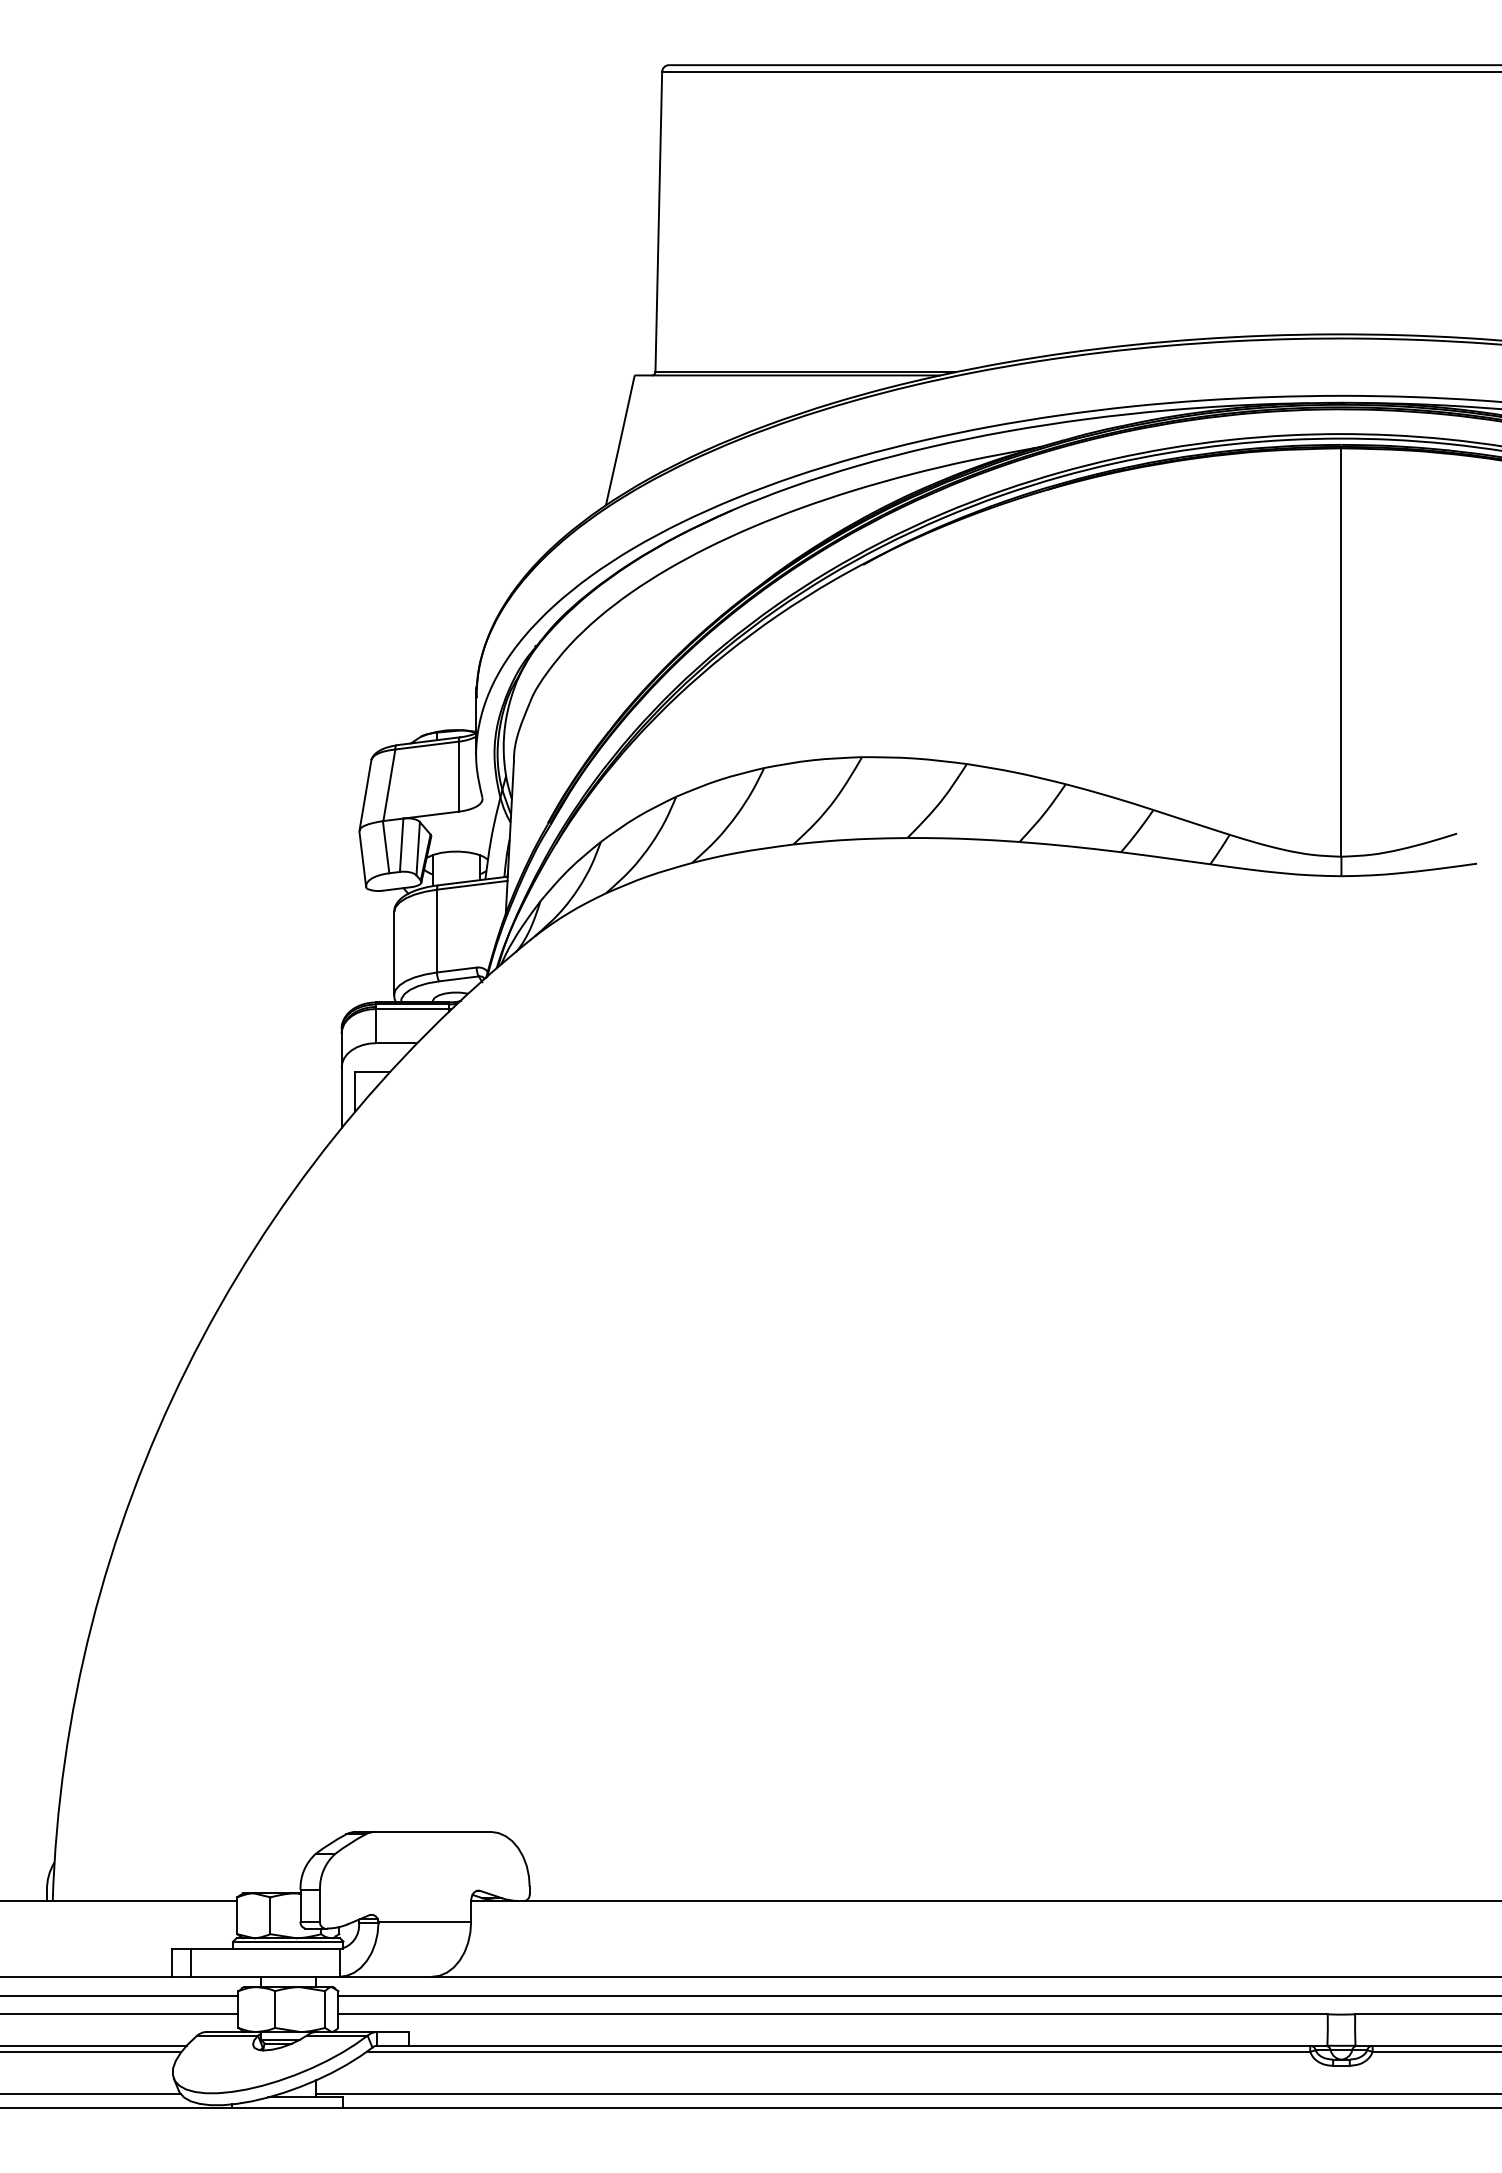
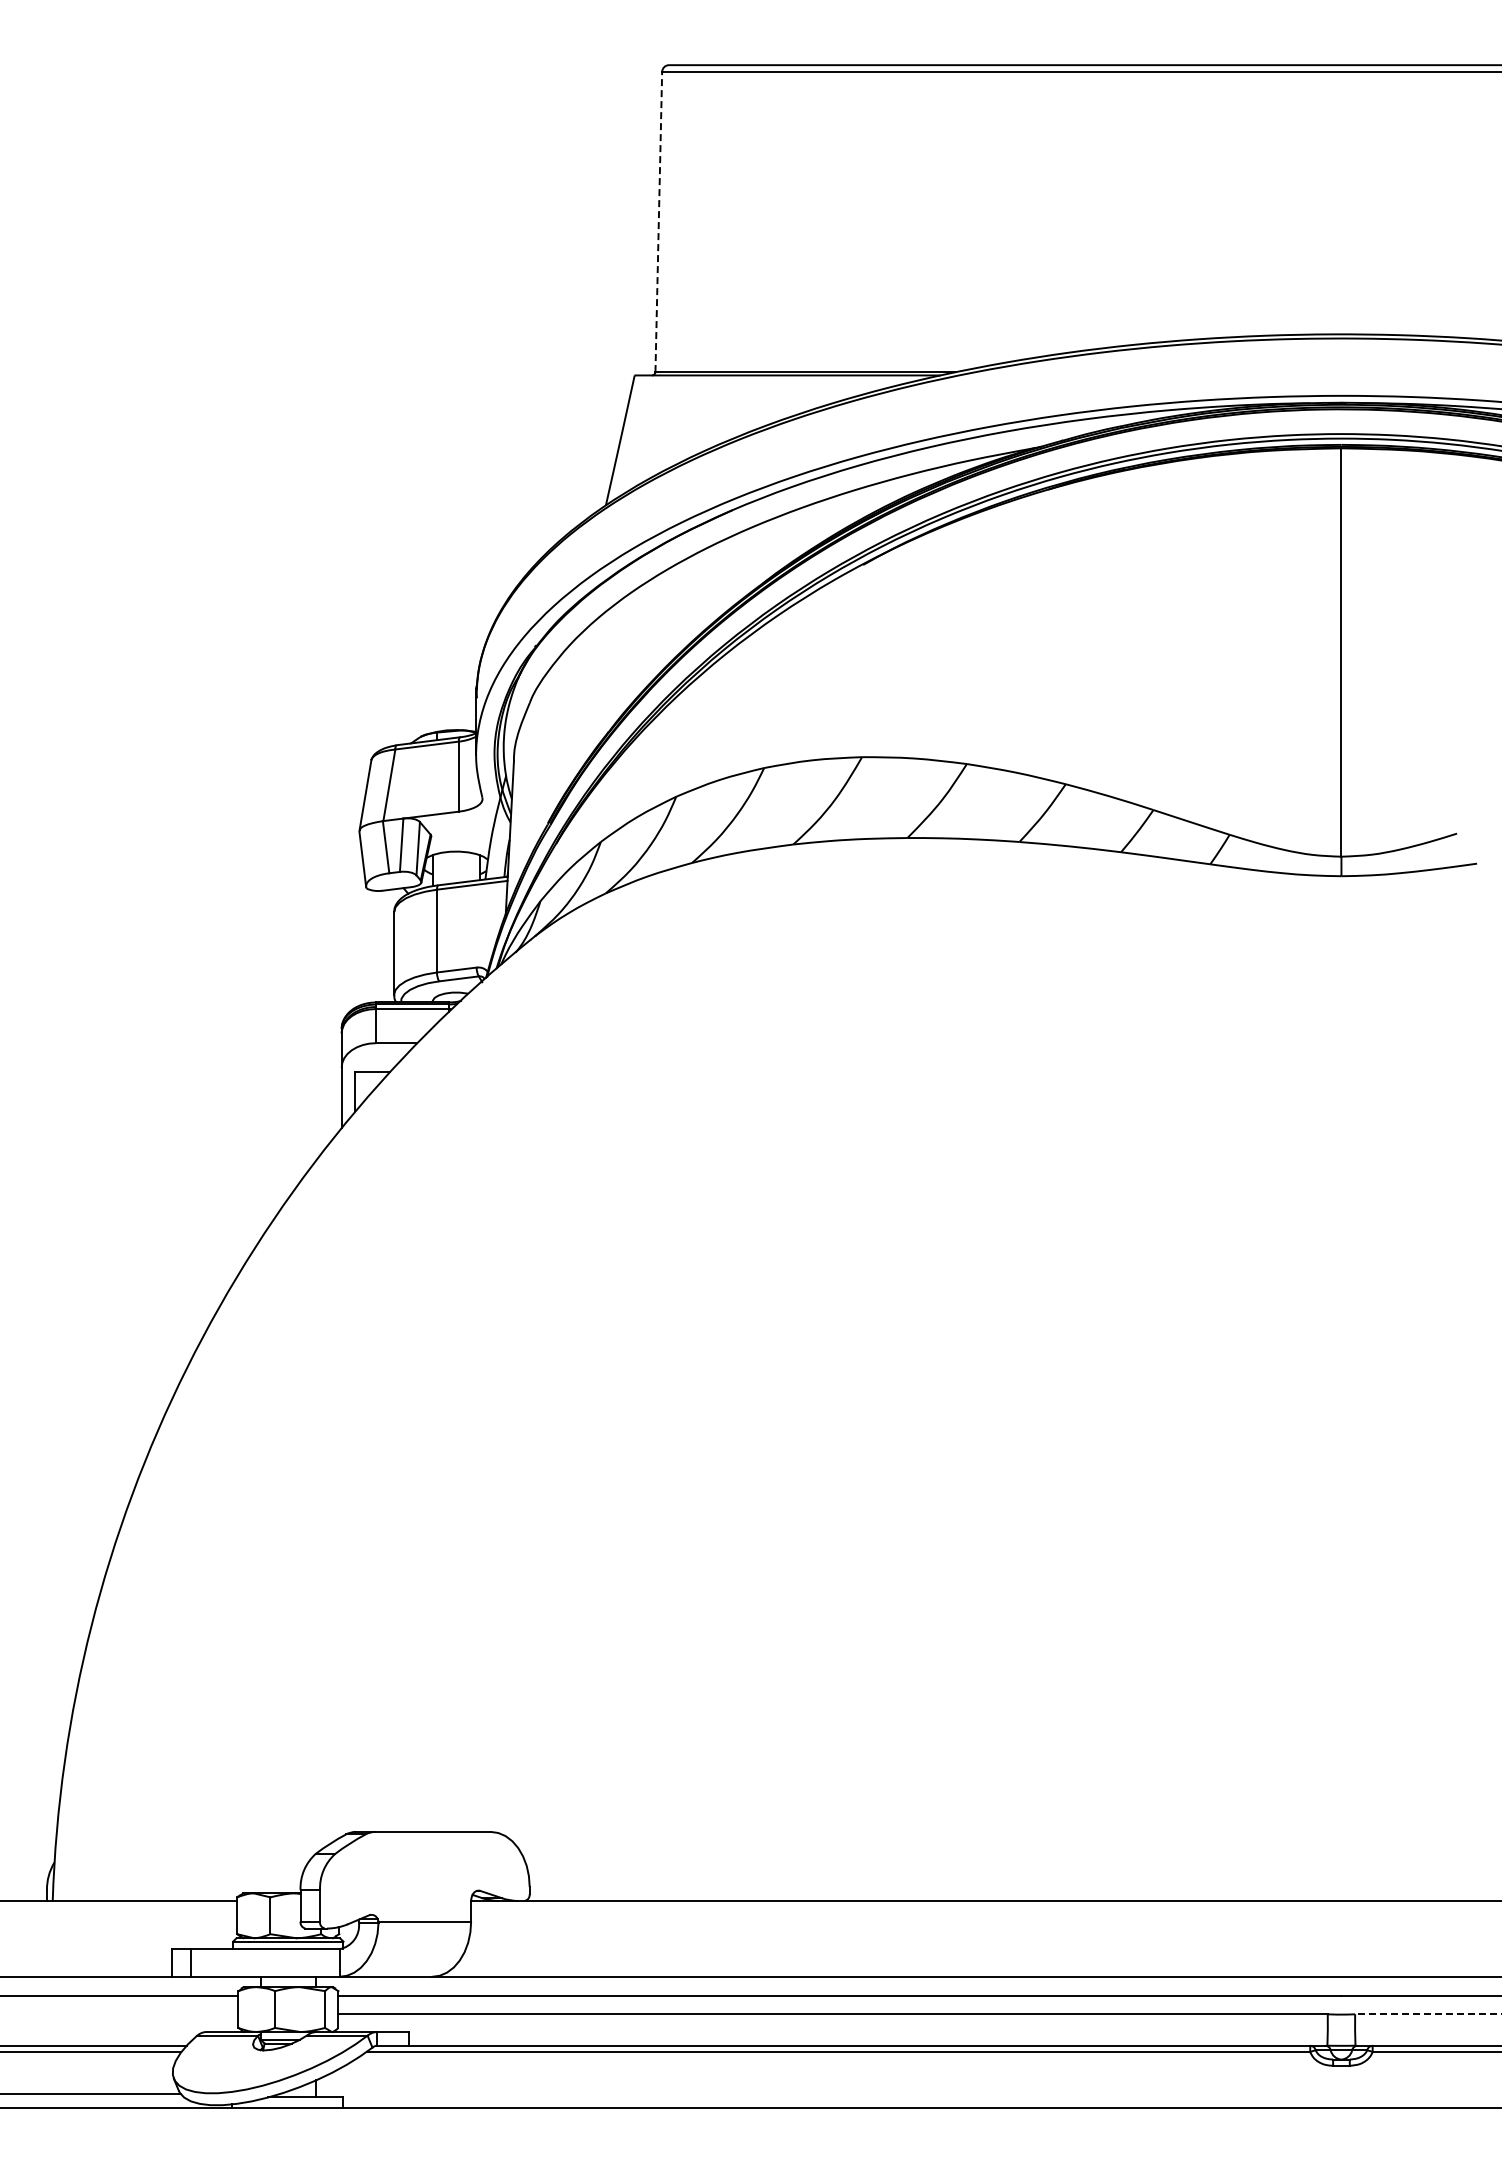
line at (658, 221): solid -> dashed
line at (120, 2014): present -> none
line at (1428, 2014): solid -> dashed
line at (907, 2094): present -> none
